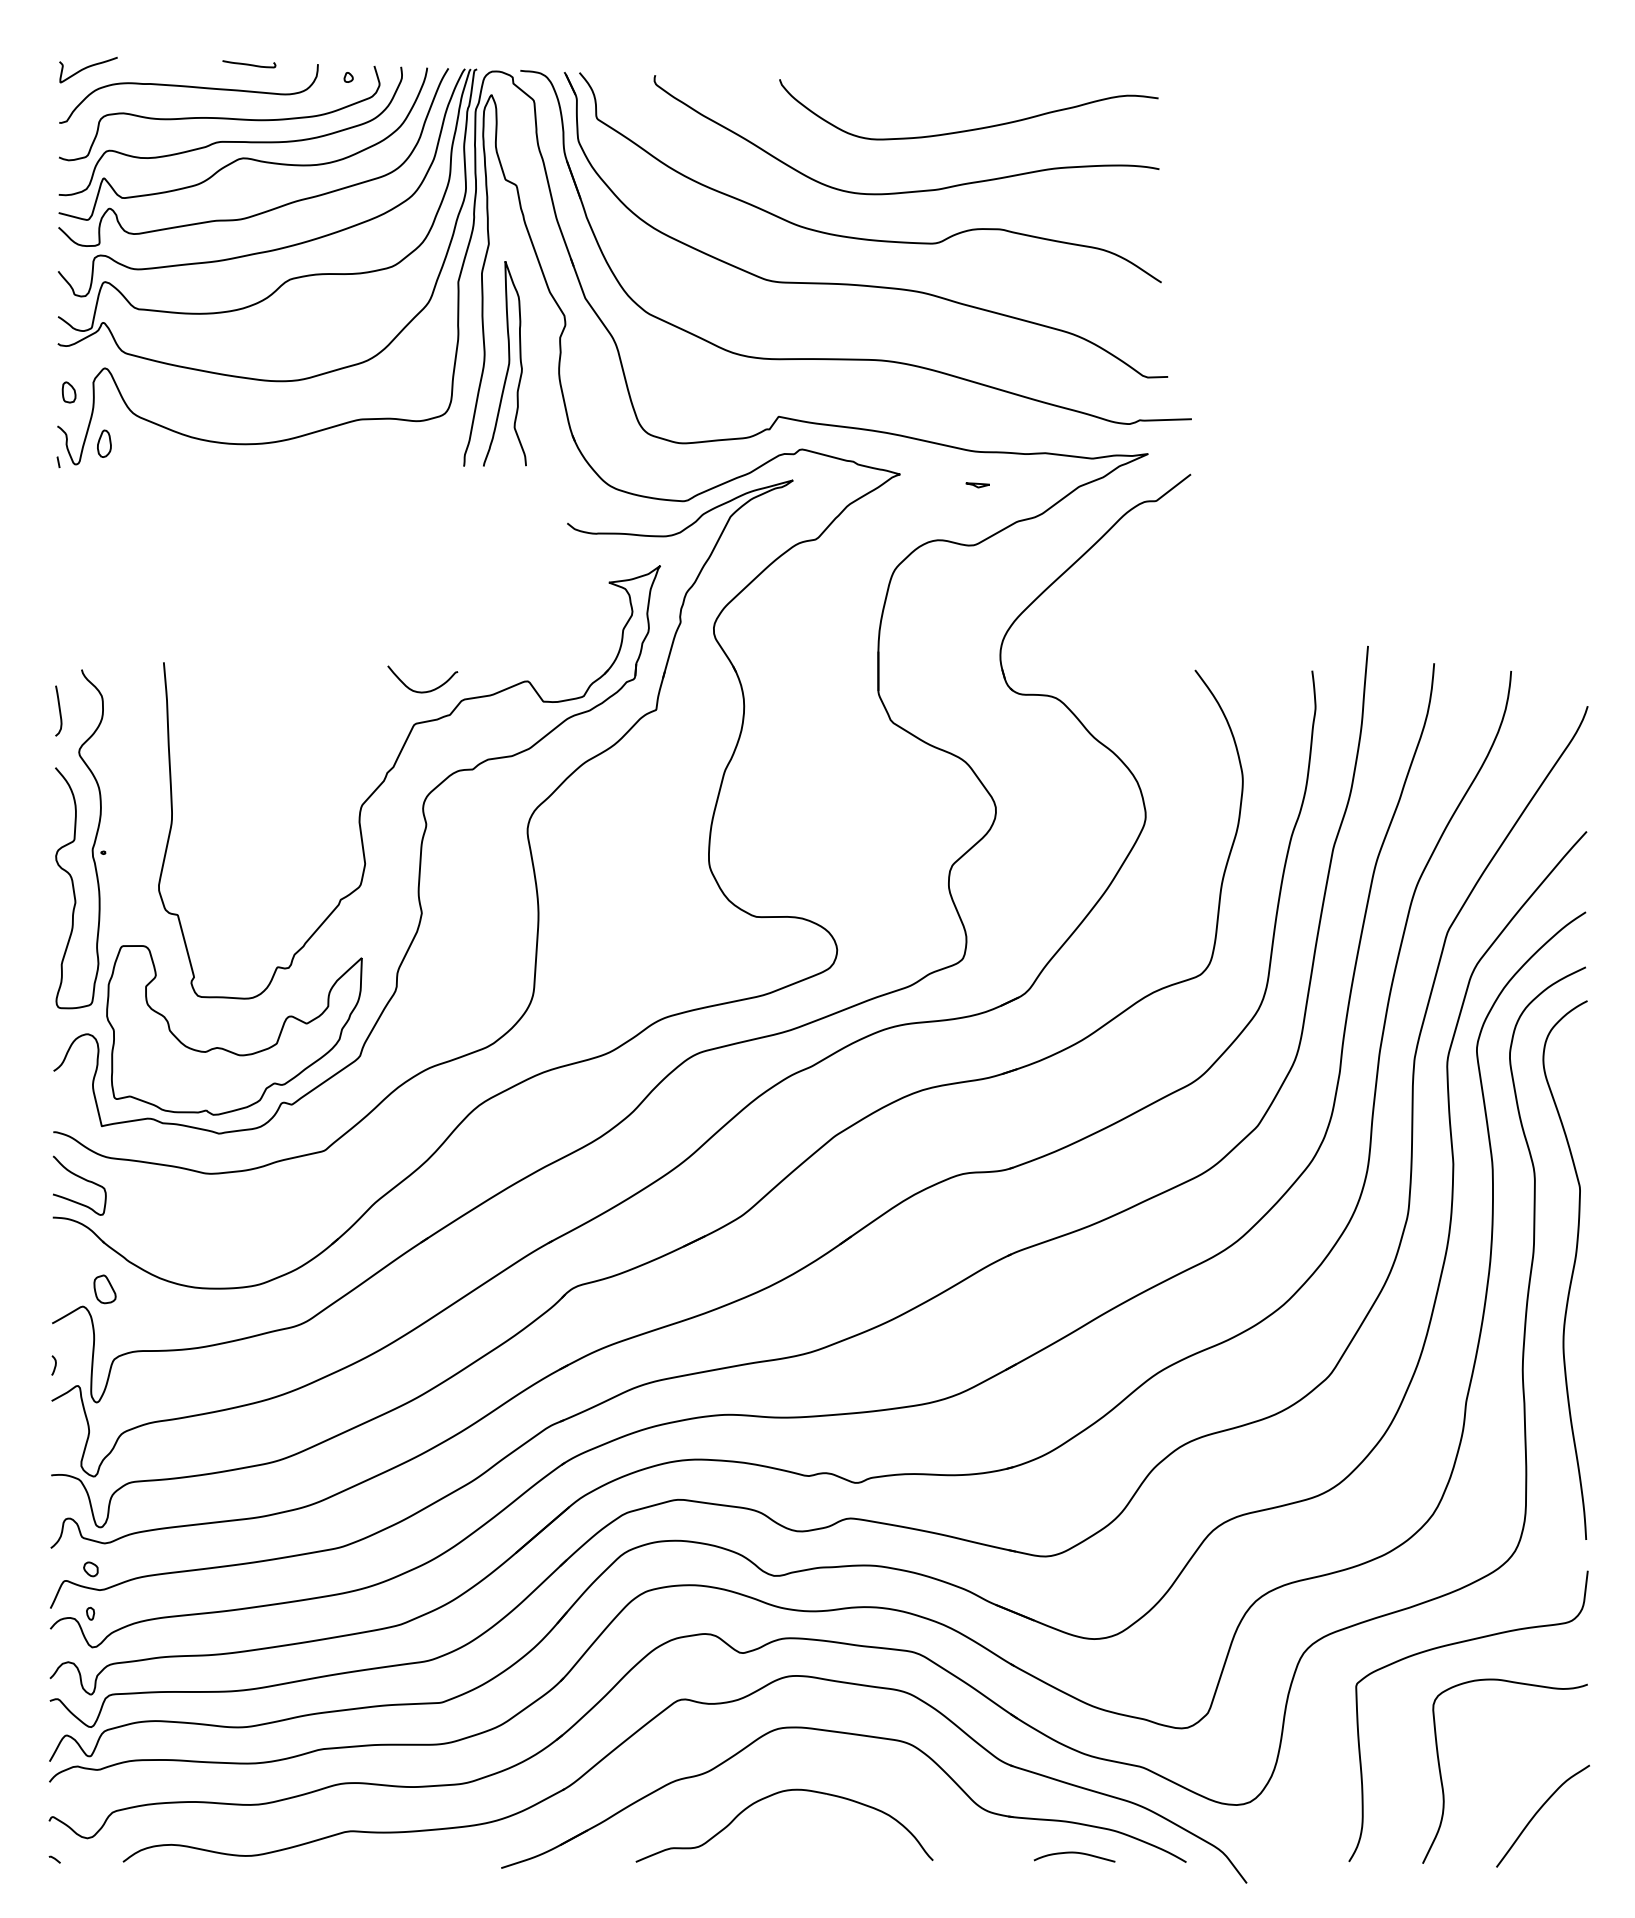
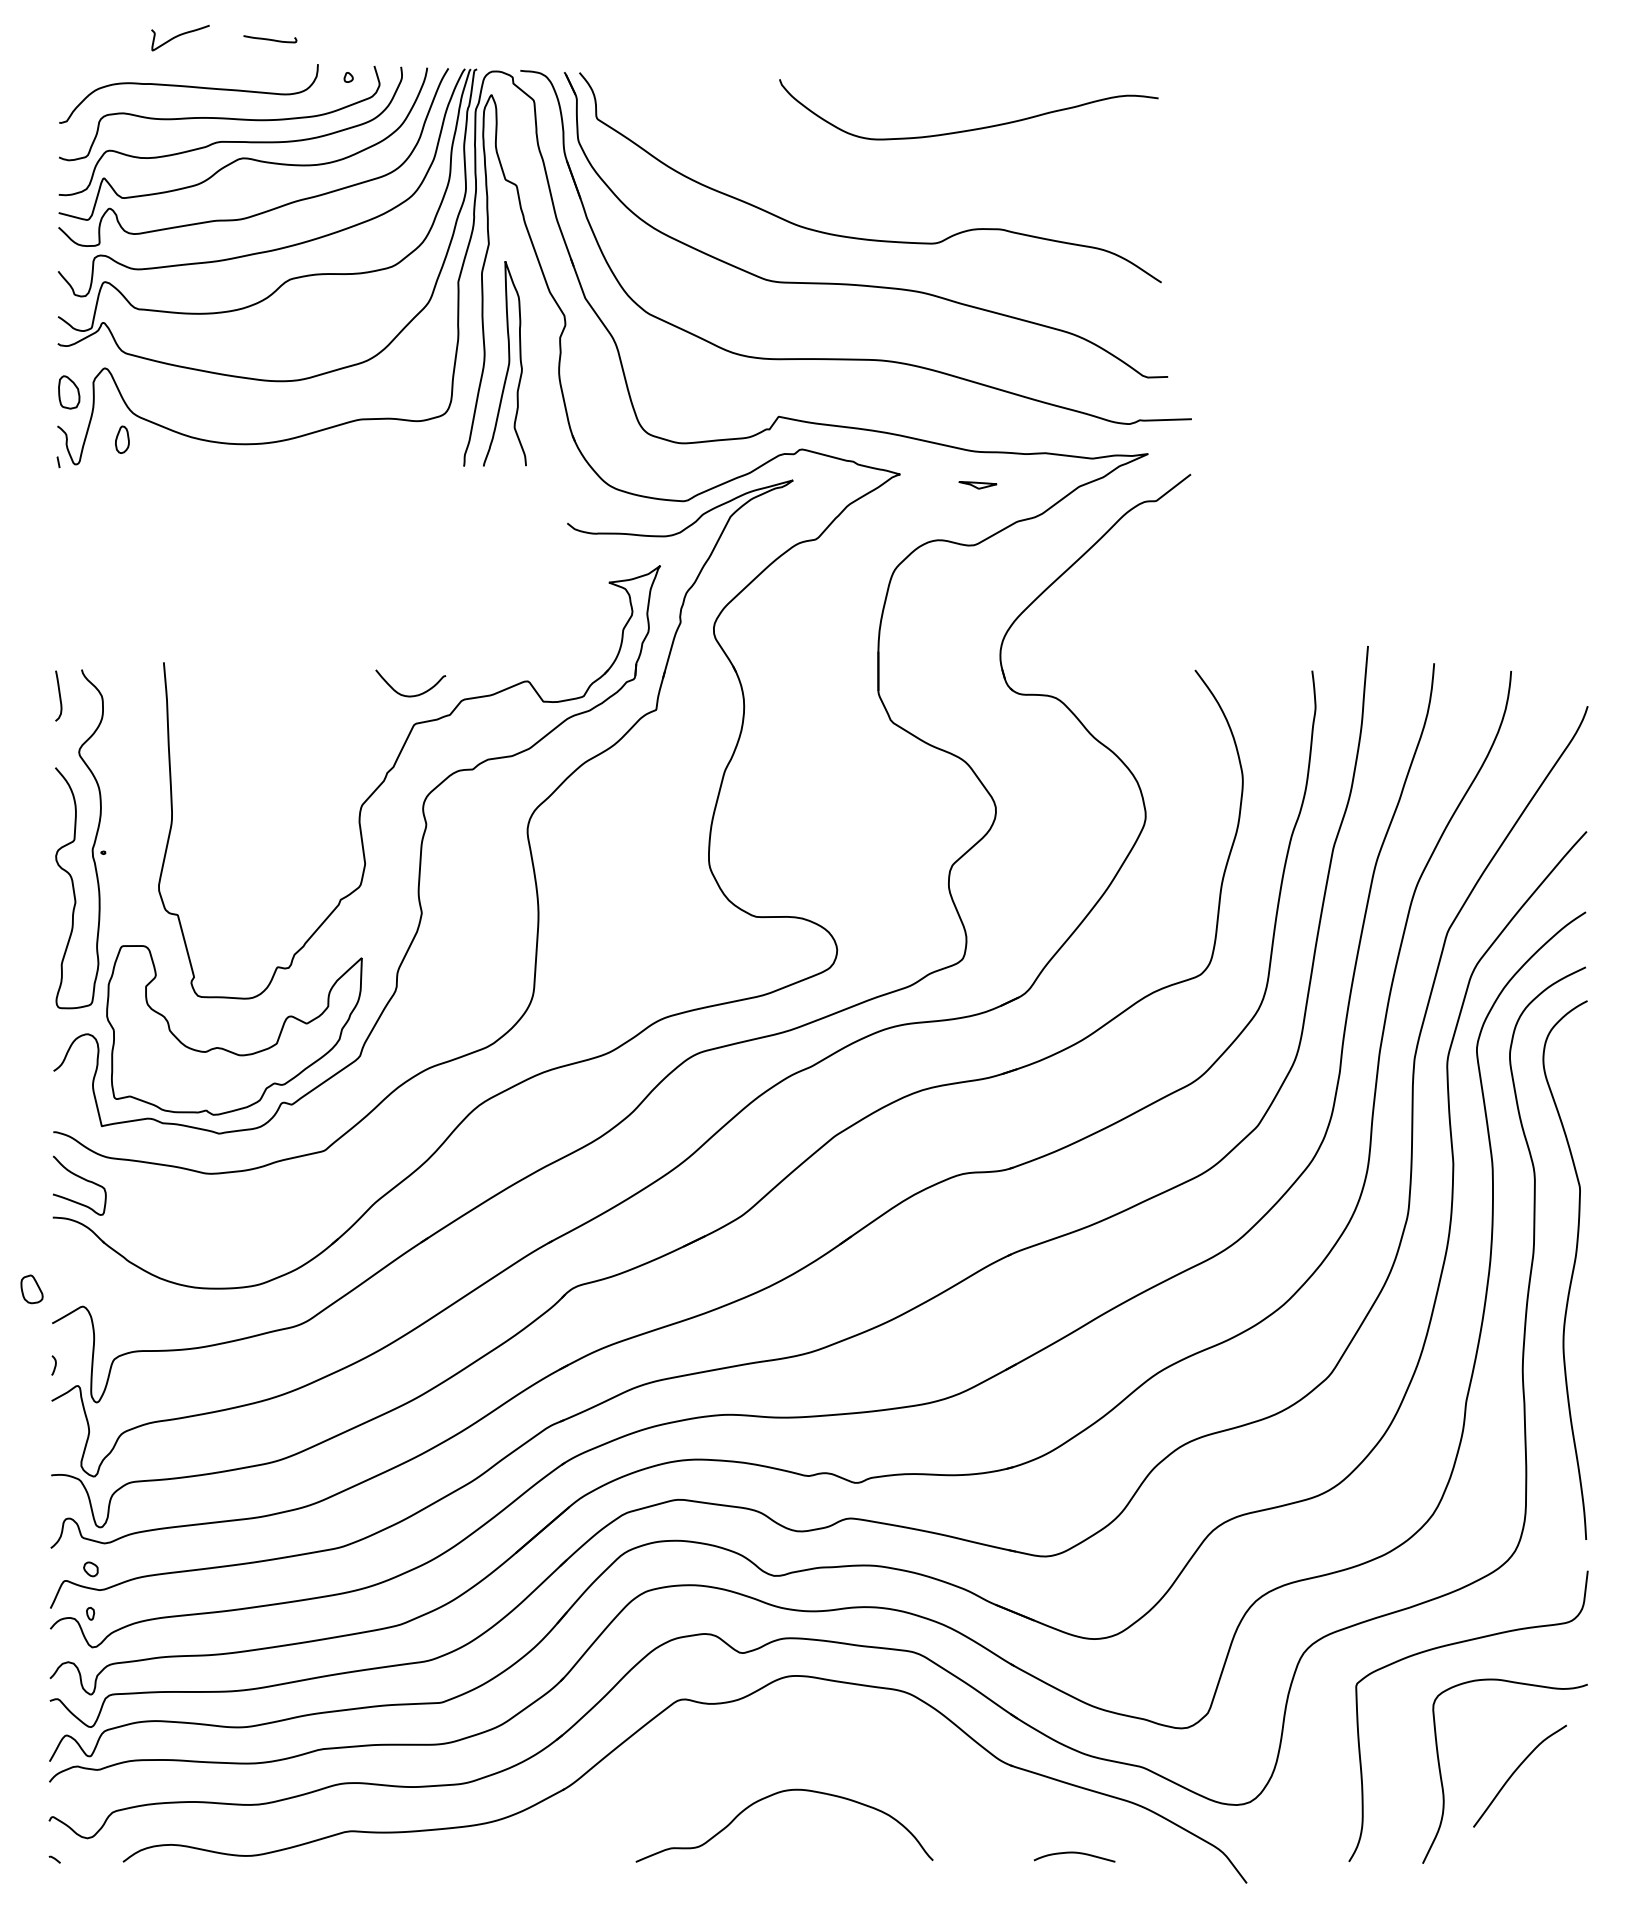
curve at (249, 64) position: (249, 64) -> (270, 39)
curve at (87, 68) position: (87, 68) -> (179, 36)
curve at (914, 190): present -> none
part at (68, 392) size: 16x23 px -> 23x35 px
part at (104, 443) position: (104, 443) -> (122, 439)
part at (977, 485) size: 25x7 px -> 40x9 px
curve at (422, 691) position: (422, 691) -> (410, 695)
curve at (58, 709) position: (58, 709) -> (58, 694)
part at (104, 1289) position: (104, 1289) -> (31, 1289)
part at (853, 1735): present -> none
curve at (1539, 1811) position: (1539, 1811) -> (1516, 1771)
